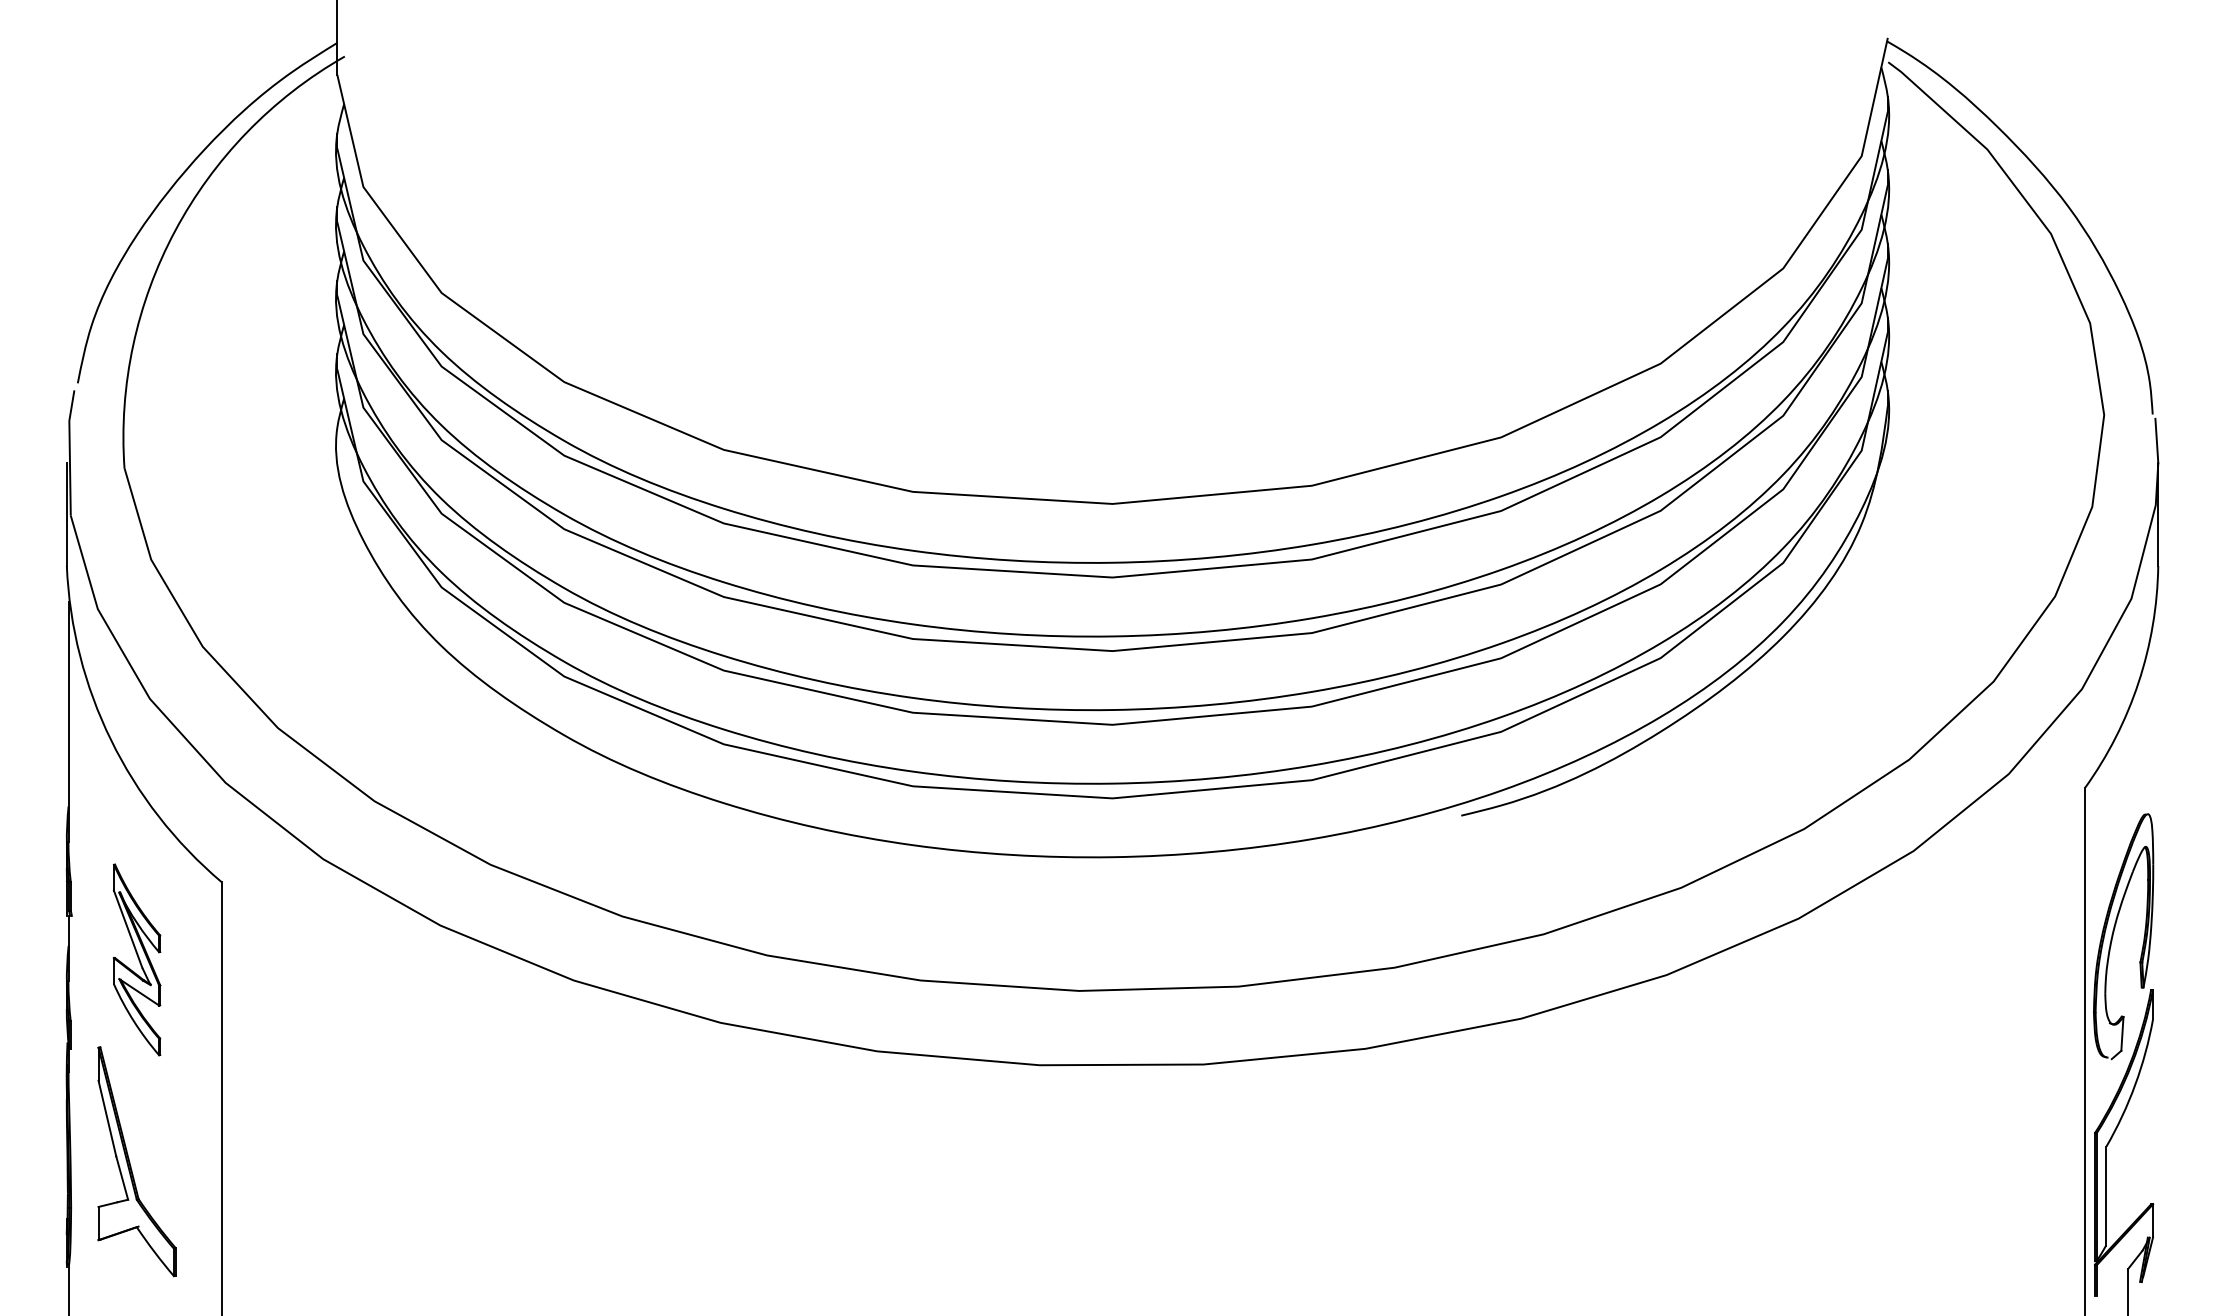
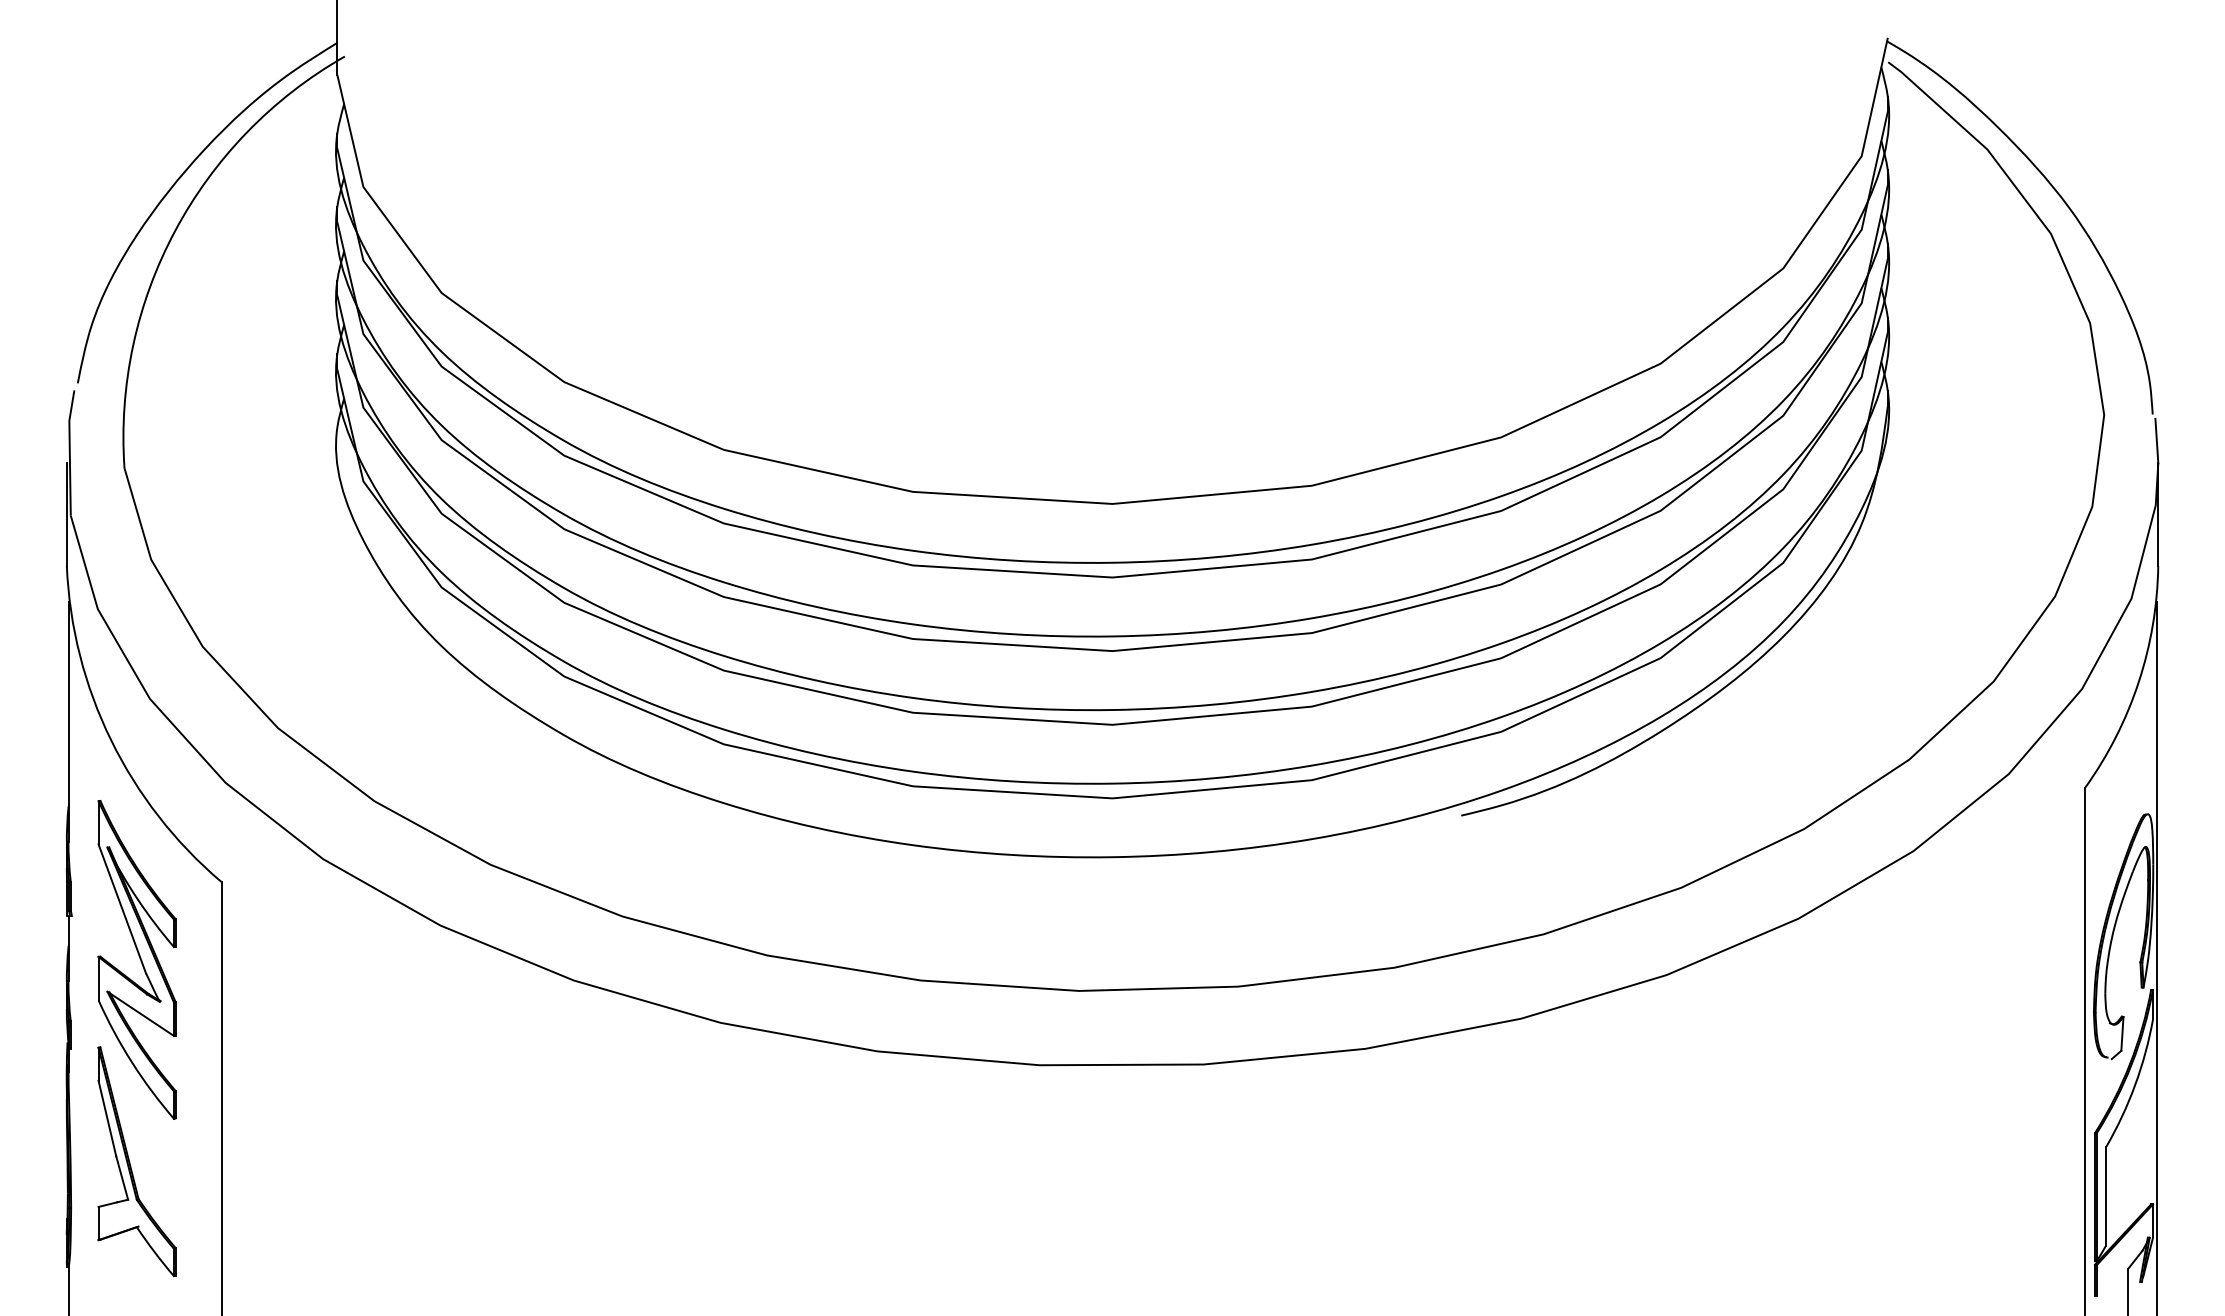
line at (2156, 956): none -> present
part at (136, 959) size: 50x194 px -> 80x320 px
